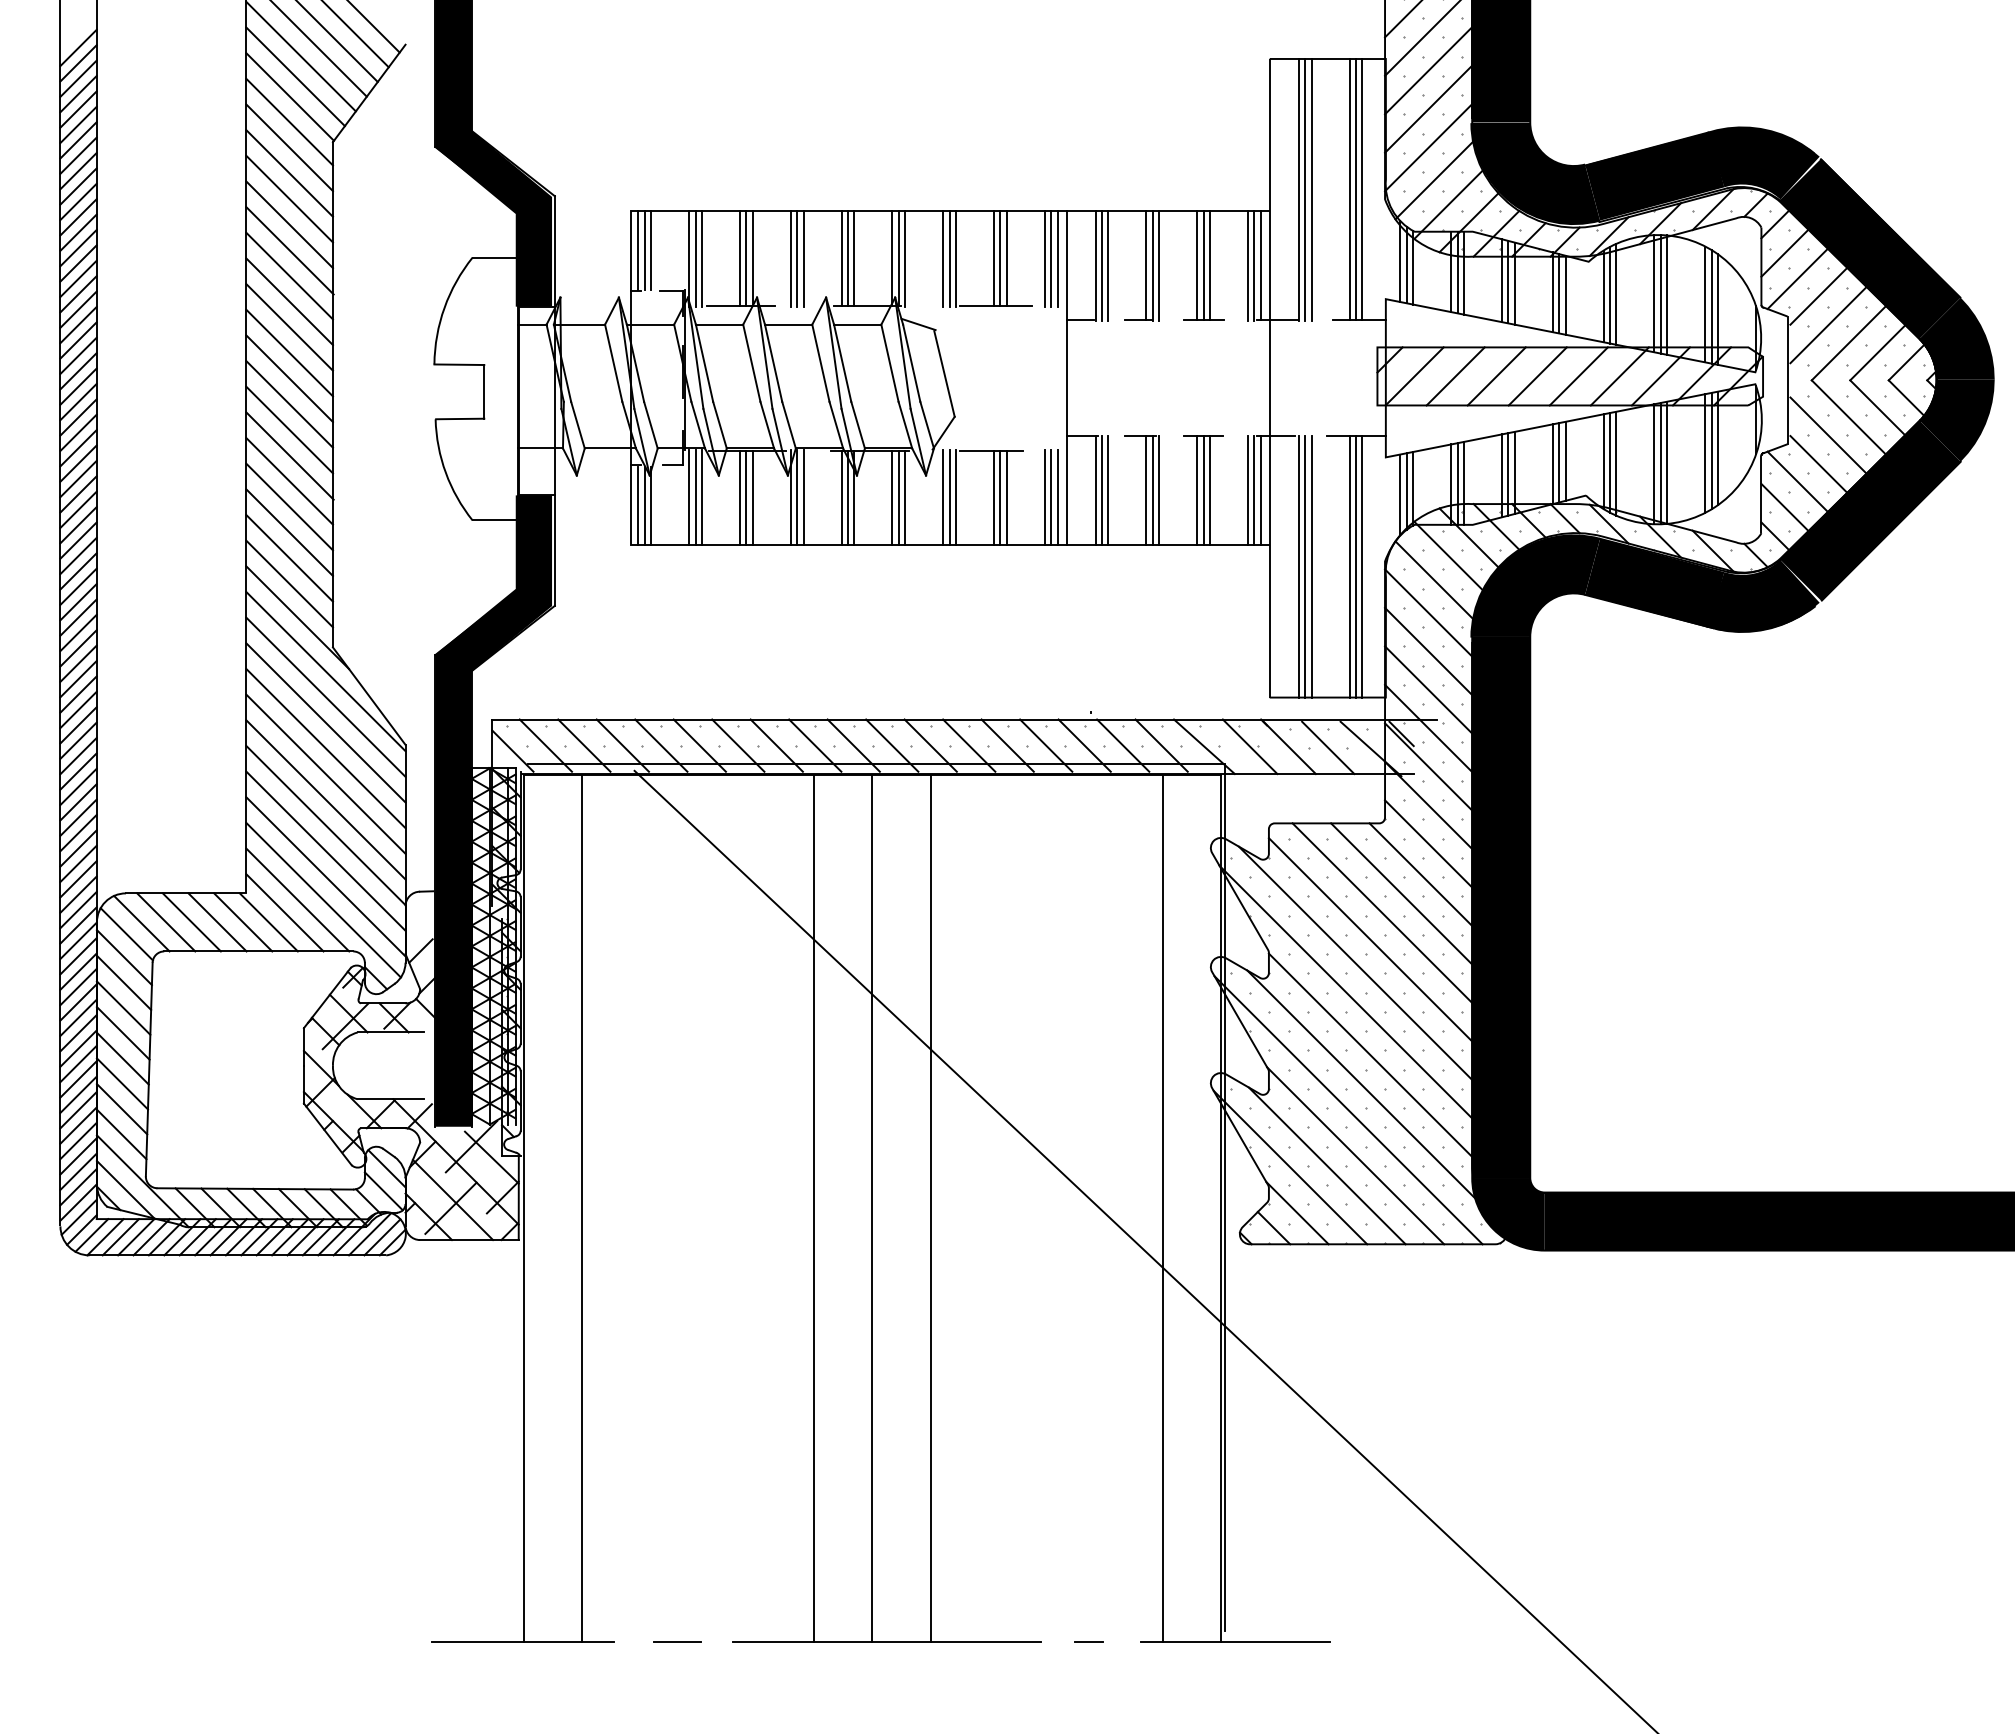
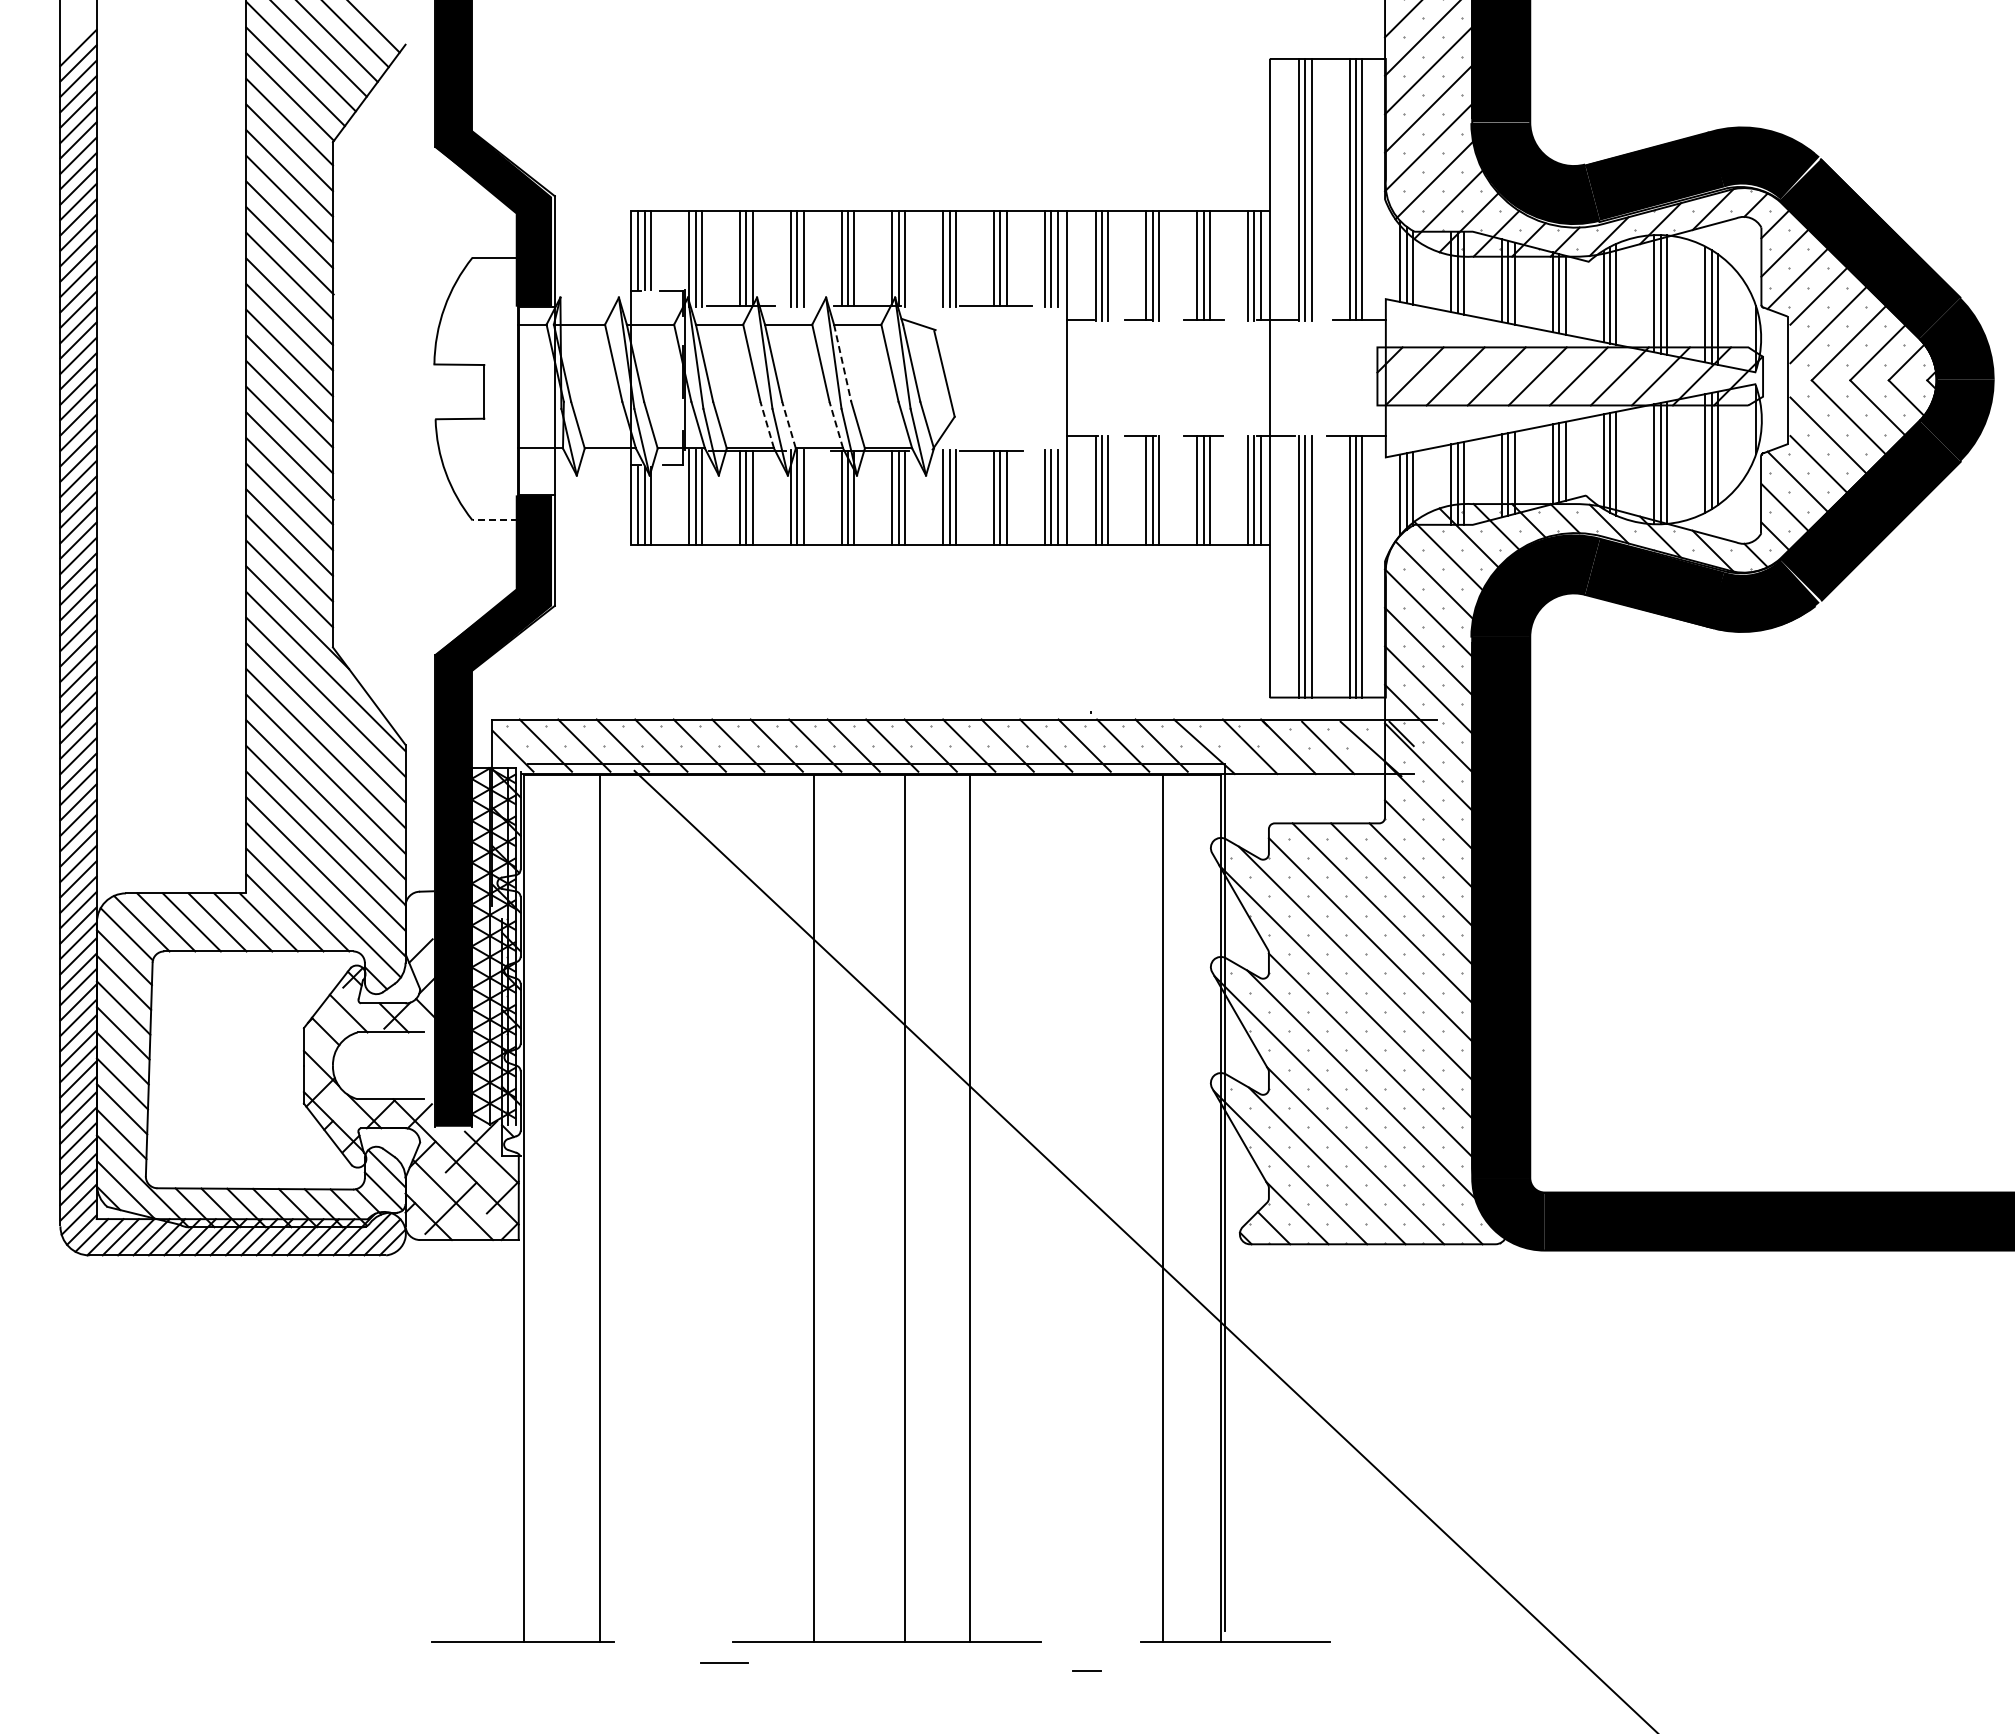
line at (842, 363): solid -> dashed
line at (767, 424): solid -> dashed
line at (788, 424): solid -> dashed
line at (836, 424): solid -> dashed
line at (494, 520): solid -> dashed
line at (345, 1026): present -> none
line at (582, 1208) position: (582, 1208) -> (600, 1208)
line at (872, 1208) position: (872, 1208) -> (905, 1208)
line at (930, 1208) position: (930, 1208) -> (969, 1208)
line at (677, 1641) position: (677, 1641) -> (724, 1662)
line at (1088, 1641) position: (1088, 1641) -> (1086, 1670)
